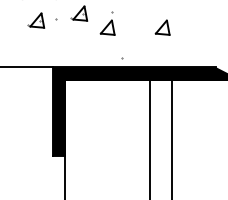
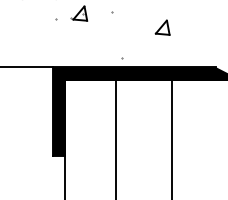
part at (36, 20): present -> none
part at (107, 27): present -> none
line at (149, 137) position: (149, 137) -> (115, 137)
